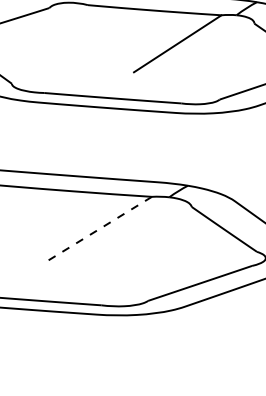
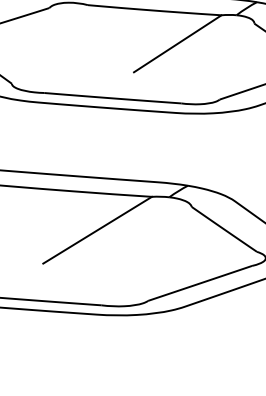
line at (97, 230): dashed -> solid
